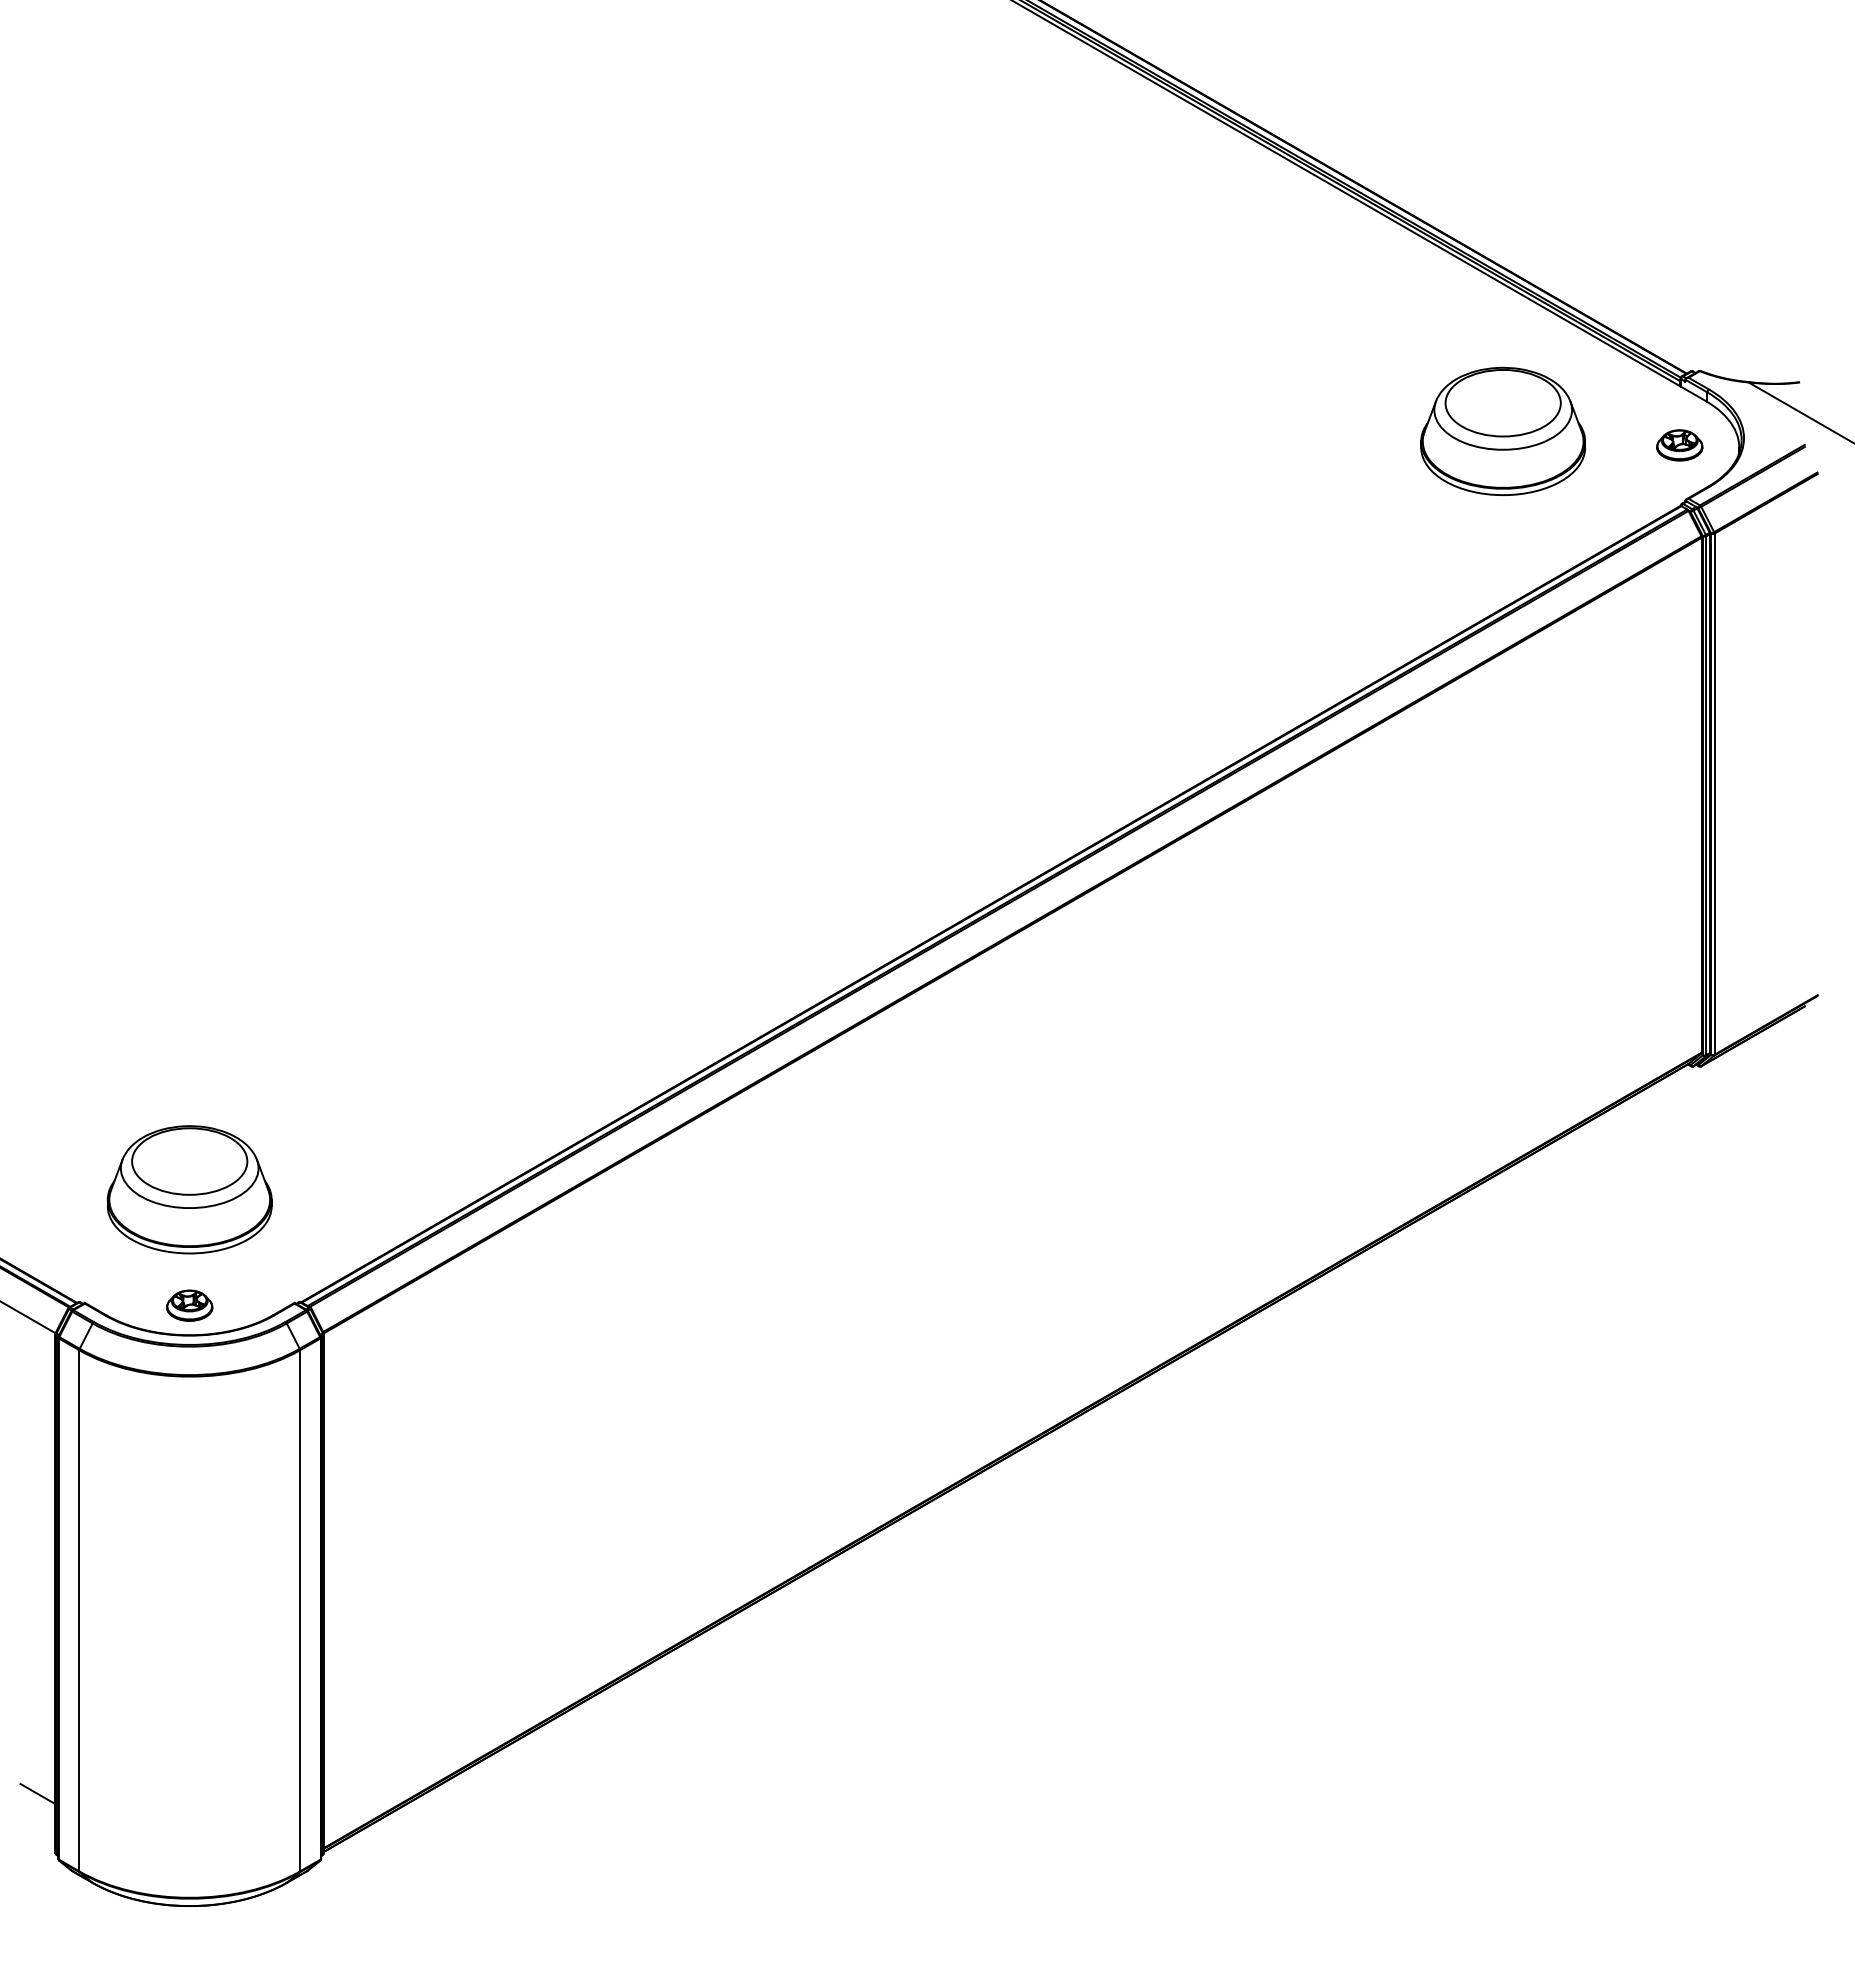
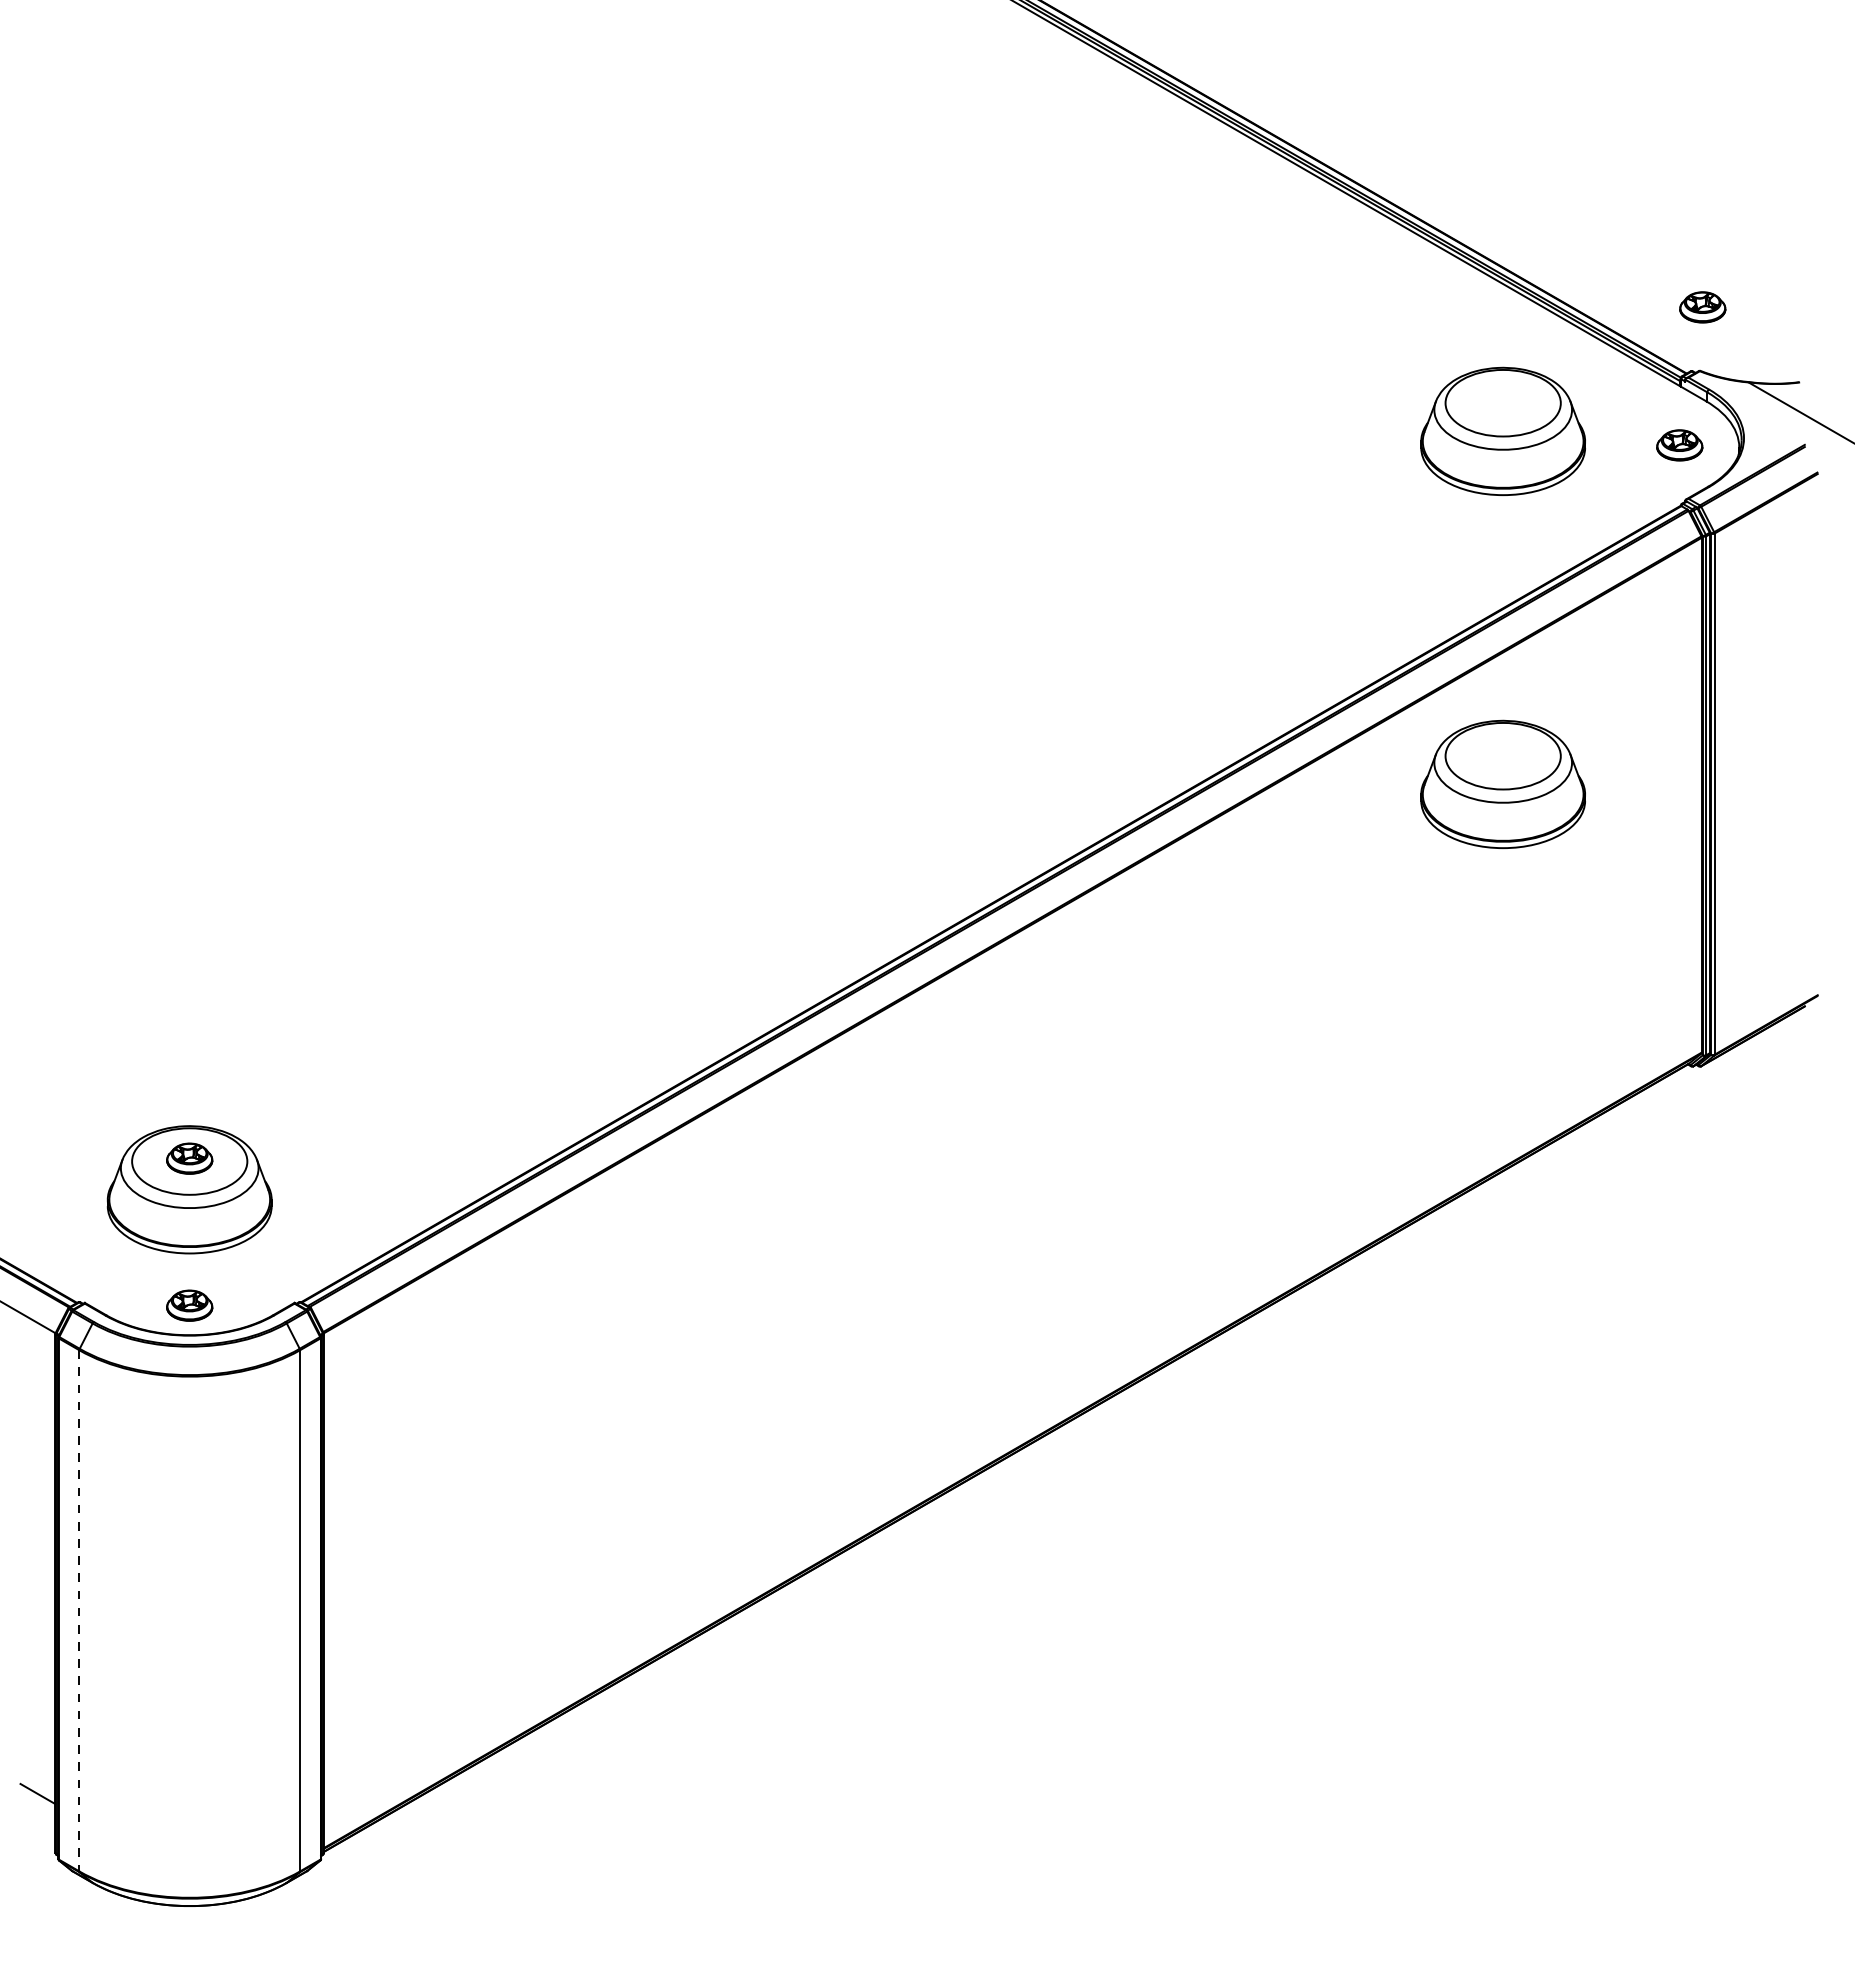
part at (1702, 307): none -> present
part at (1502, 783): none -> present
part at (189, 1158): none -> present
line at (79, 1610): solid -> dashed
